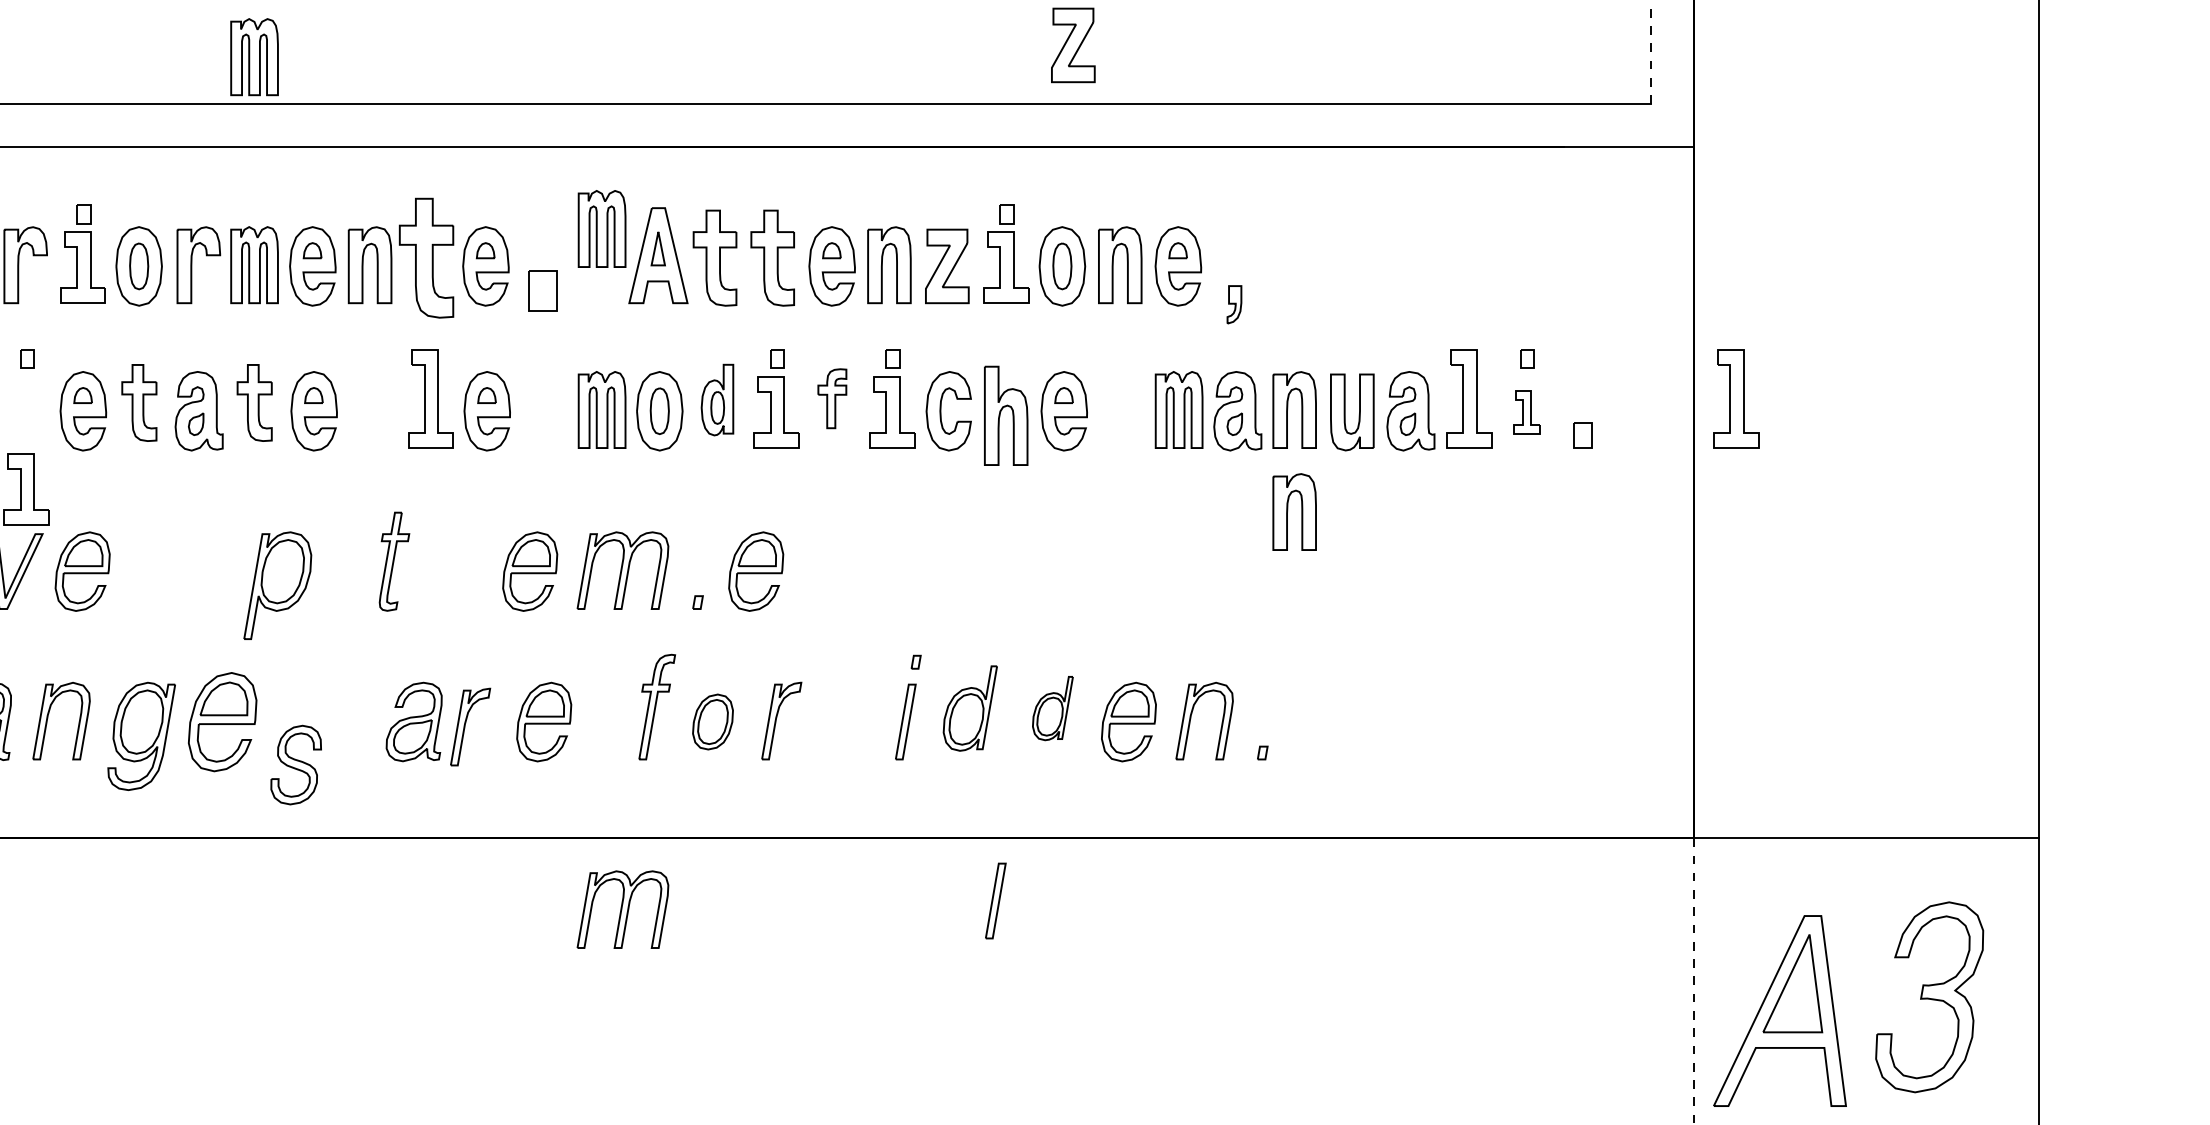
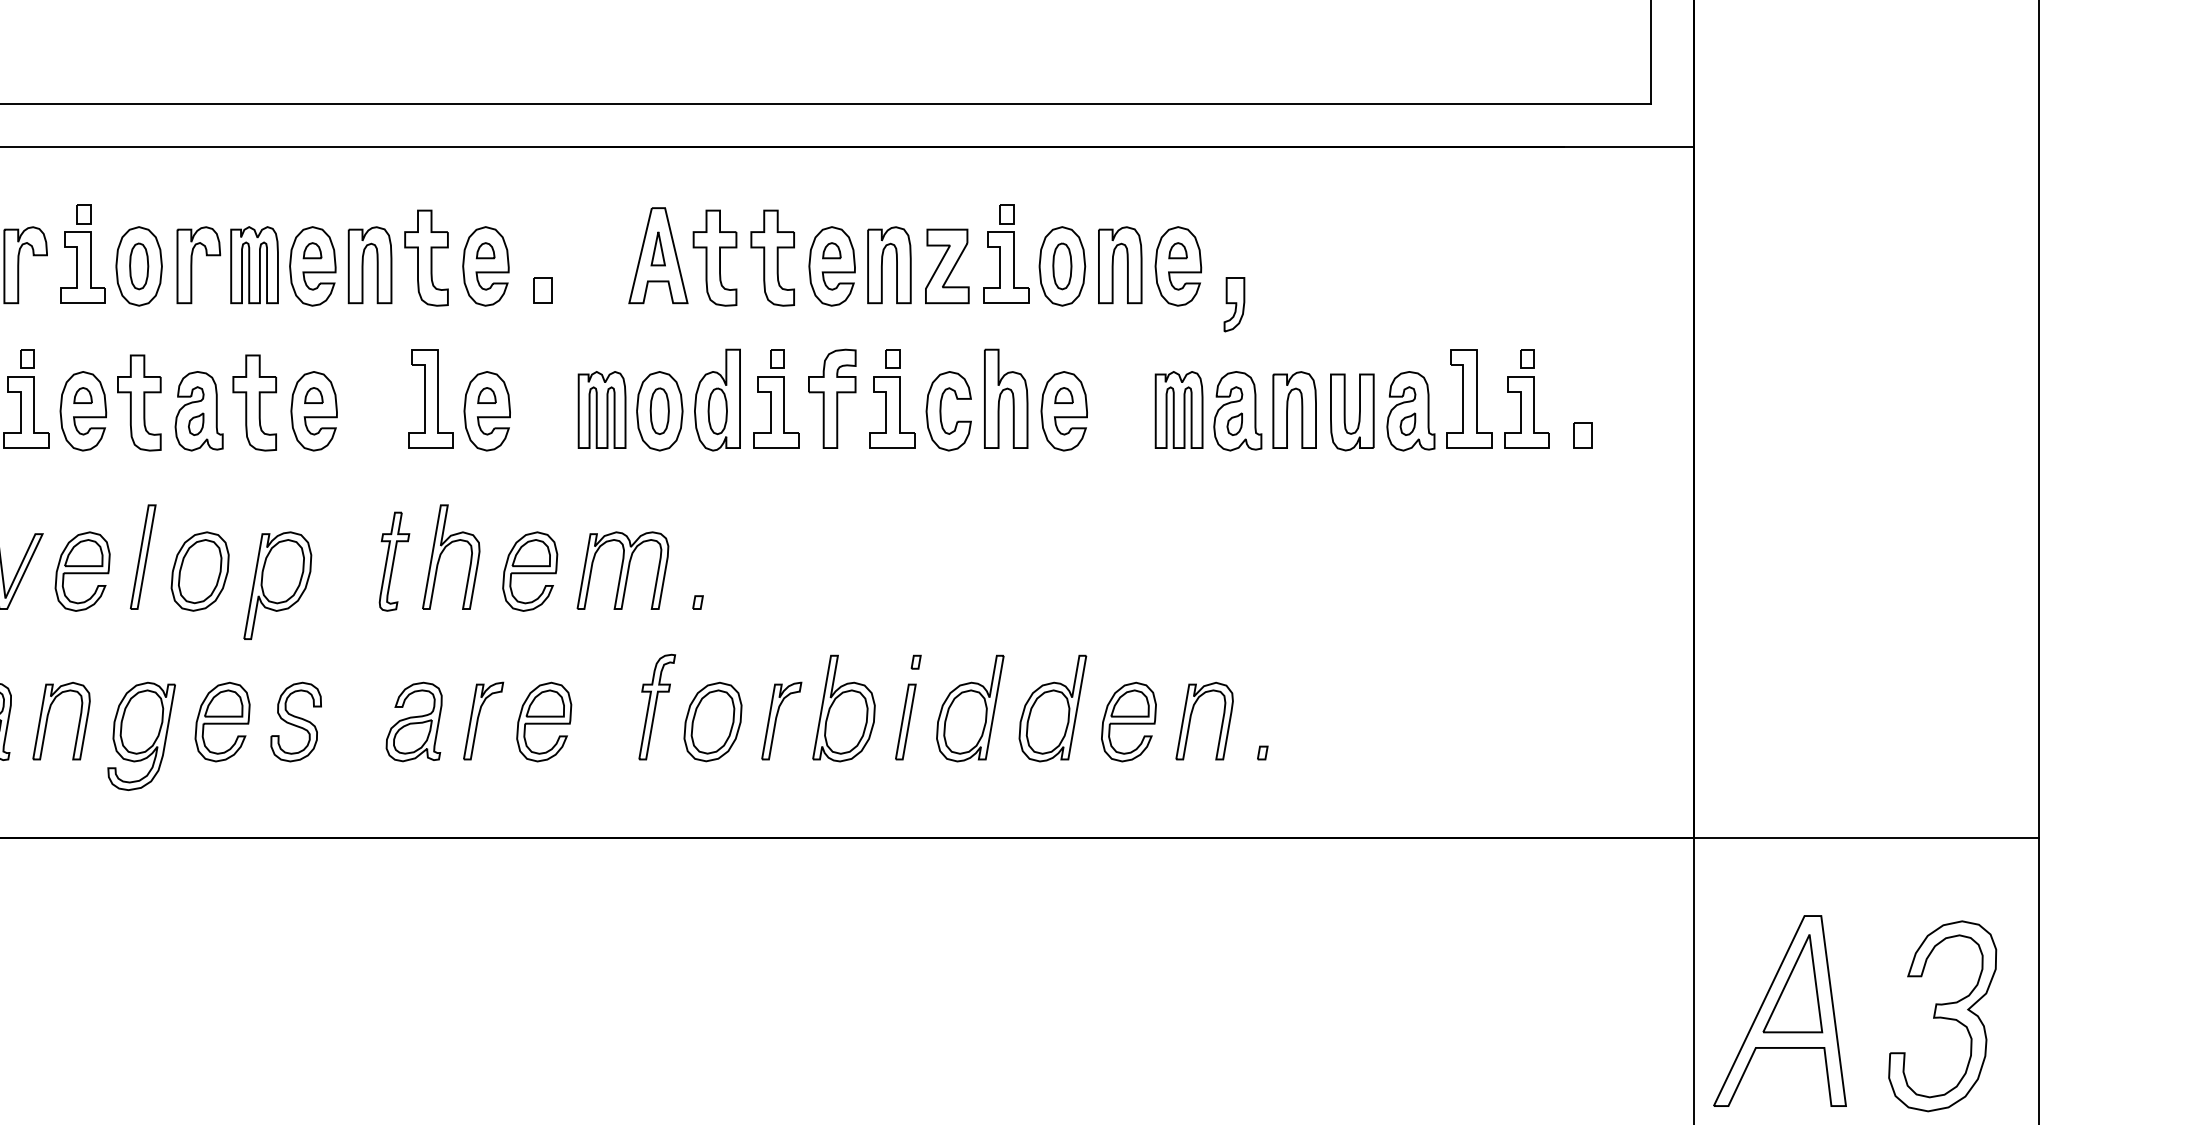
part at (1073, 45): present -> none
line at (1650, 52): dashed -> solid
part at (254, 57): present -> none
part at (601, 228): present -> none
part at (426, 257) size: 57x122 px -> 45x98 px
part at (542, 290) size: 30x42 px -> 20x27 px
part at (1234, 304) size: 17x40 px -> 23x56 px
part at (832, 398) size: 31x62 px -> 49x101 px
part at (1736, 398): present -> none
part at (717, 399) size: 35x74 px -> 47x104 px
part at (139, 402) size: 37x78 px -> 45x98 px
part at (254, 402) size: 37x78 px -> 45x98 px
part at (1526, 412) size: 28x45 px -> 46x73 px
part at (1006, 415) position: (1006, 415) -> (1006, 398)
part at (26, 489) position: (26, 489) -> (26, 412)
part at (1288, 510): present -> none
part at (444, 550): none -> present
part at (142, 556): none -> present
part at (199, 571): none -> present
part at (756, 571): present -> none
part at (843, 708): none -> present
part at (969, 708) size: 56x87 px -> 69x109 px
part at (1052, 708) size: 42x66 px -> 70x109 px
part at (712, 721) size: 42x58 px -> 60x82 px
part at (222, 722) size: 70x101 px -> 57x82 px
part at (470, 726) position: (470, 726) -> (483, 720)
part at (295, 764) position: (295, 764) -> (295, 721)
part at (995, 900): present -> none
part at (622, 909): present -> none
line at (1693, 982): dashed -> solid
part at (1929, 997) position: (1929, 997) -> (1942, 1016)
